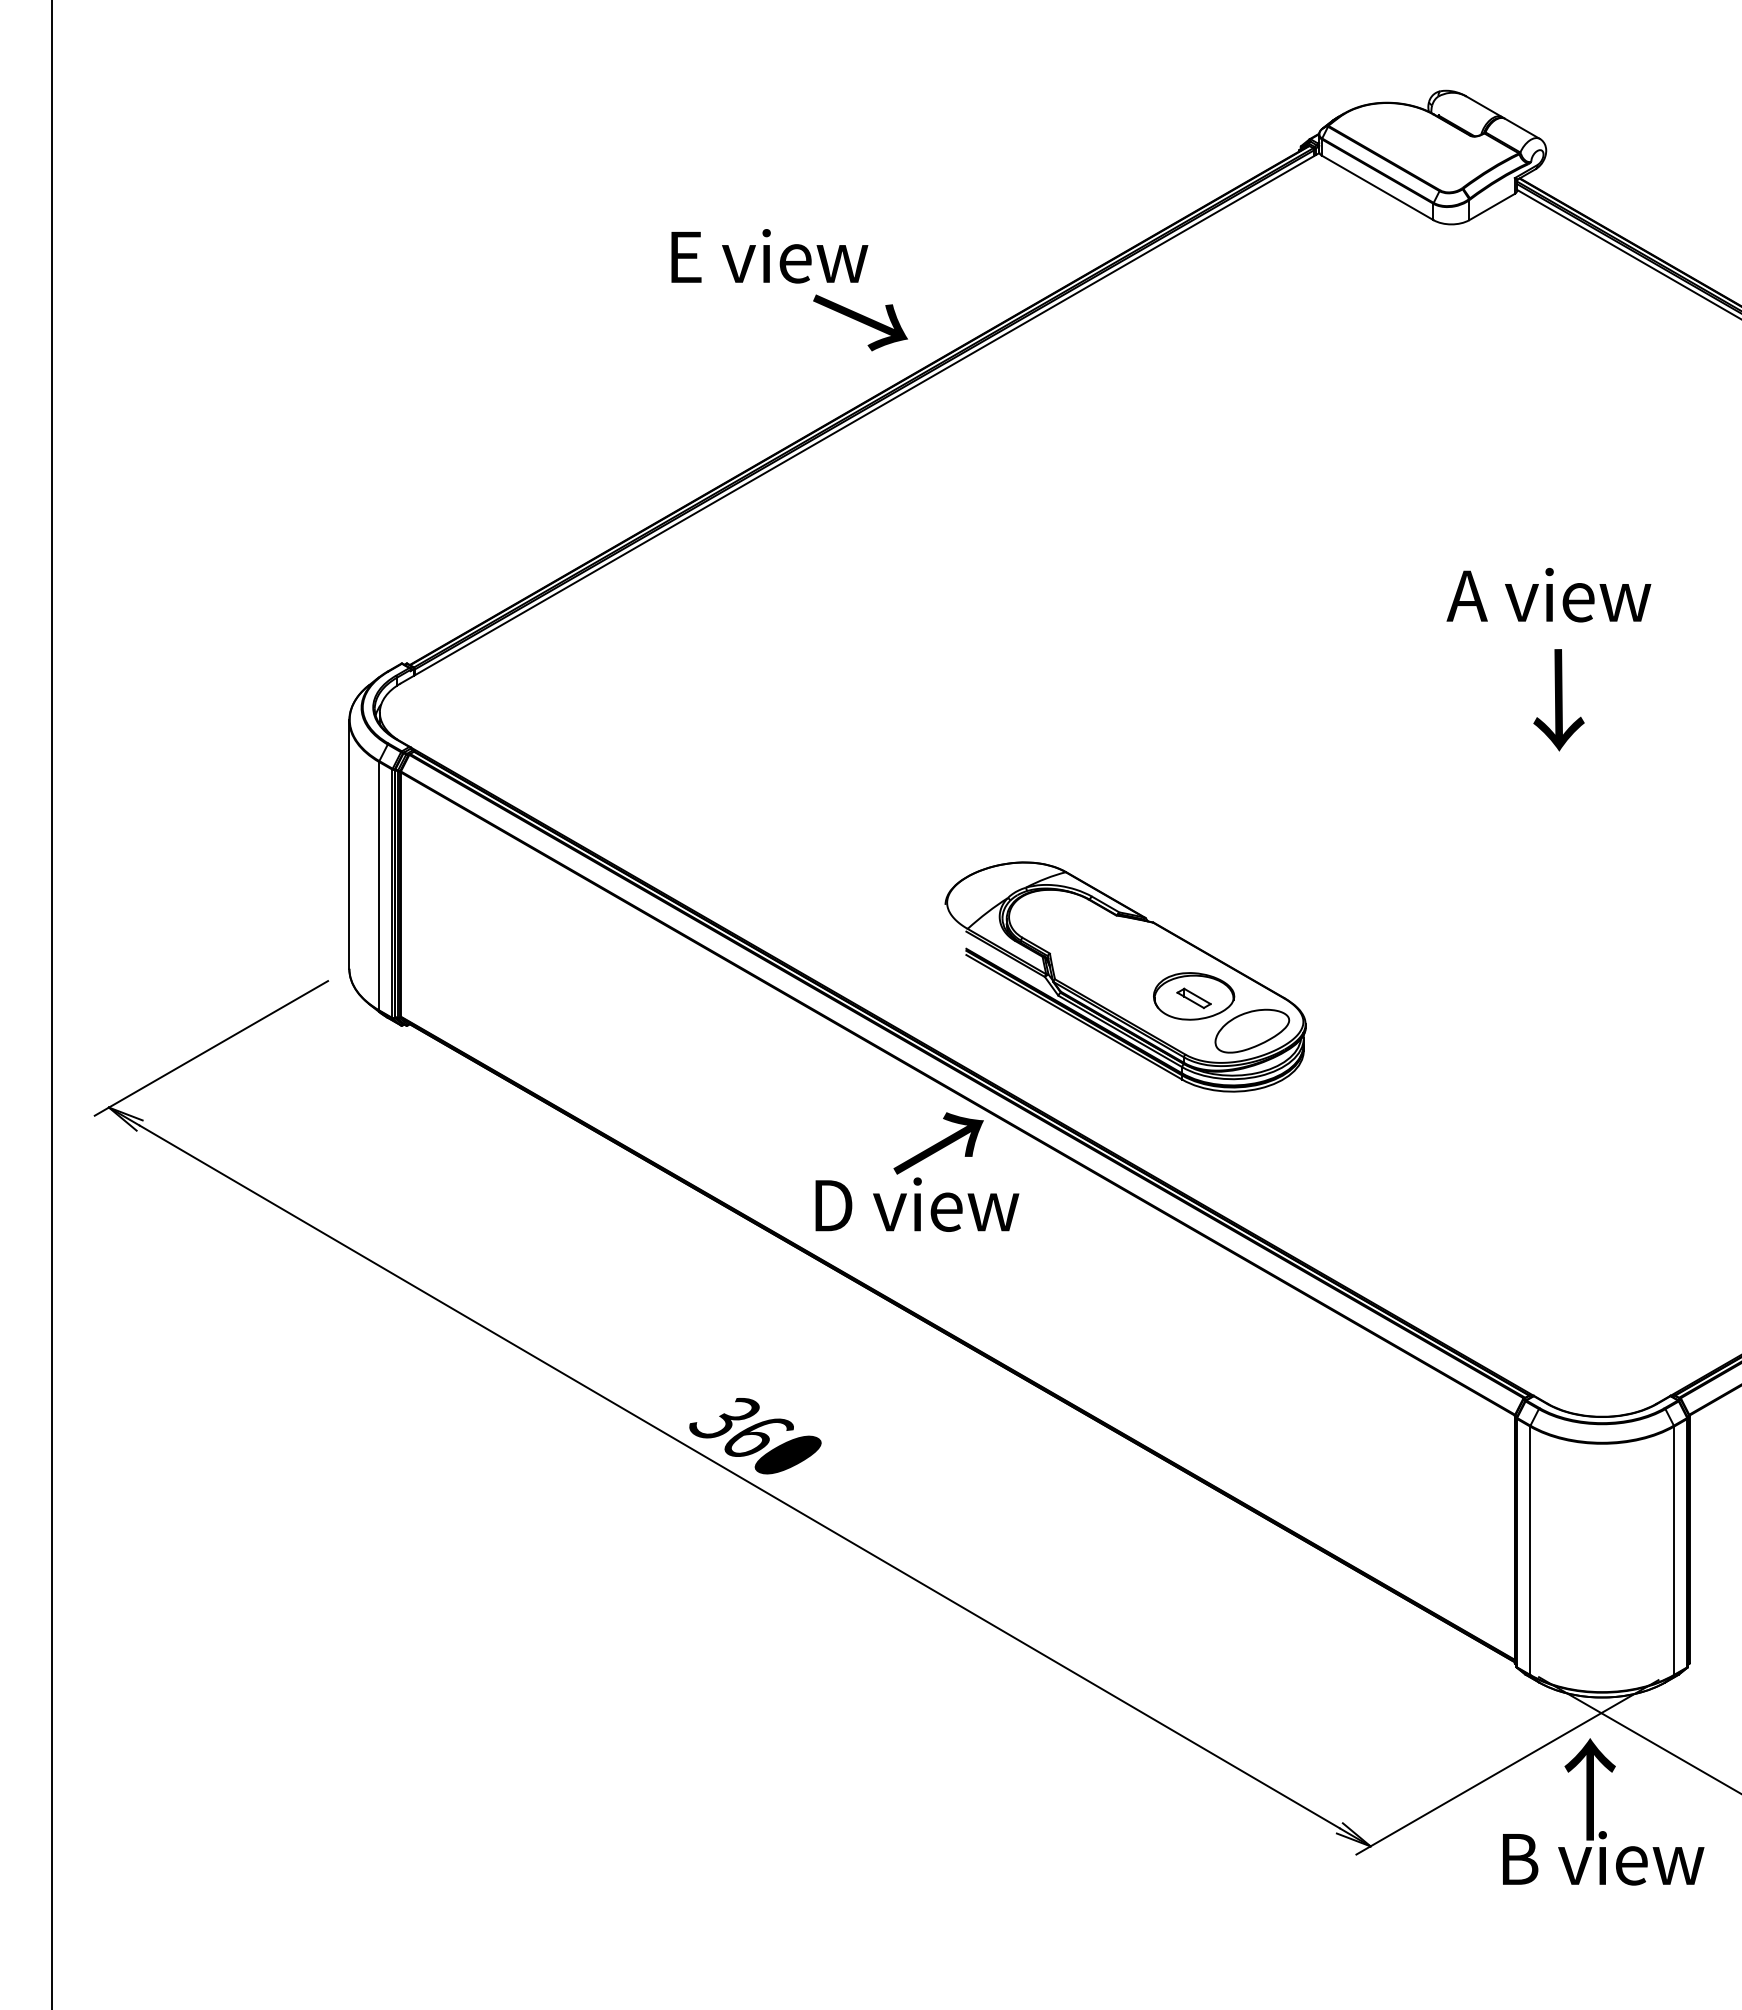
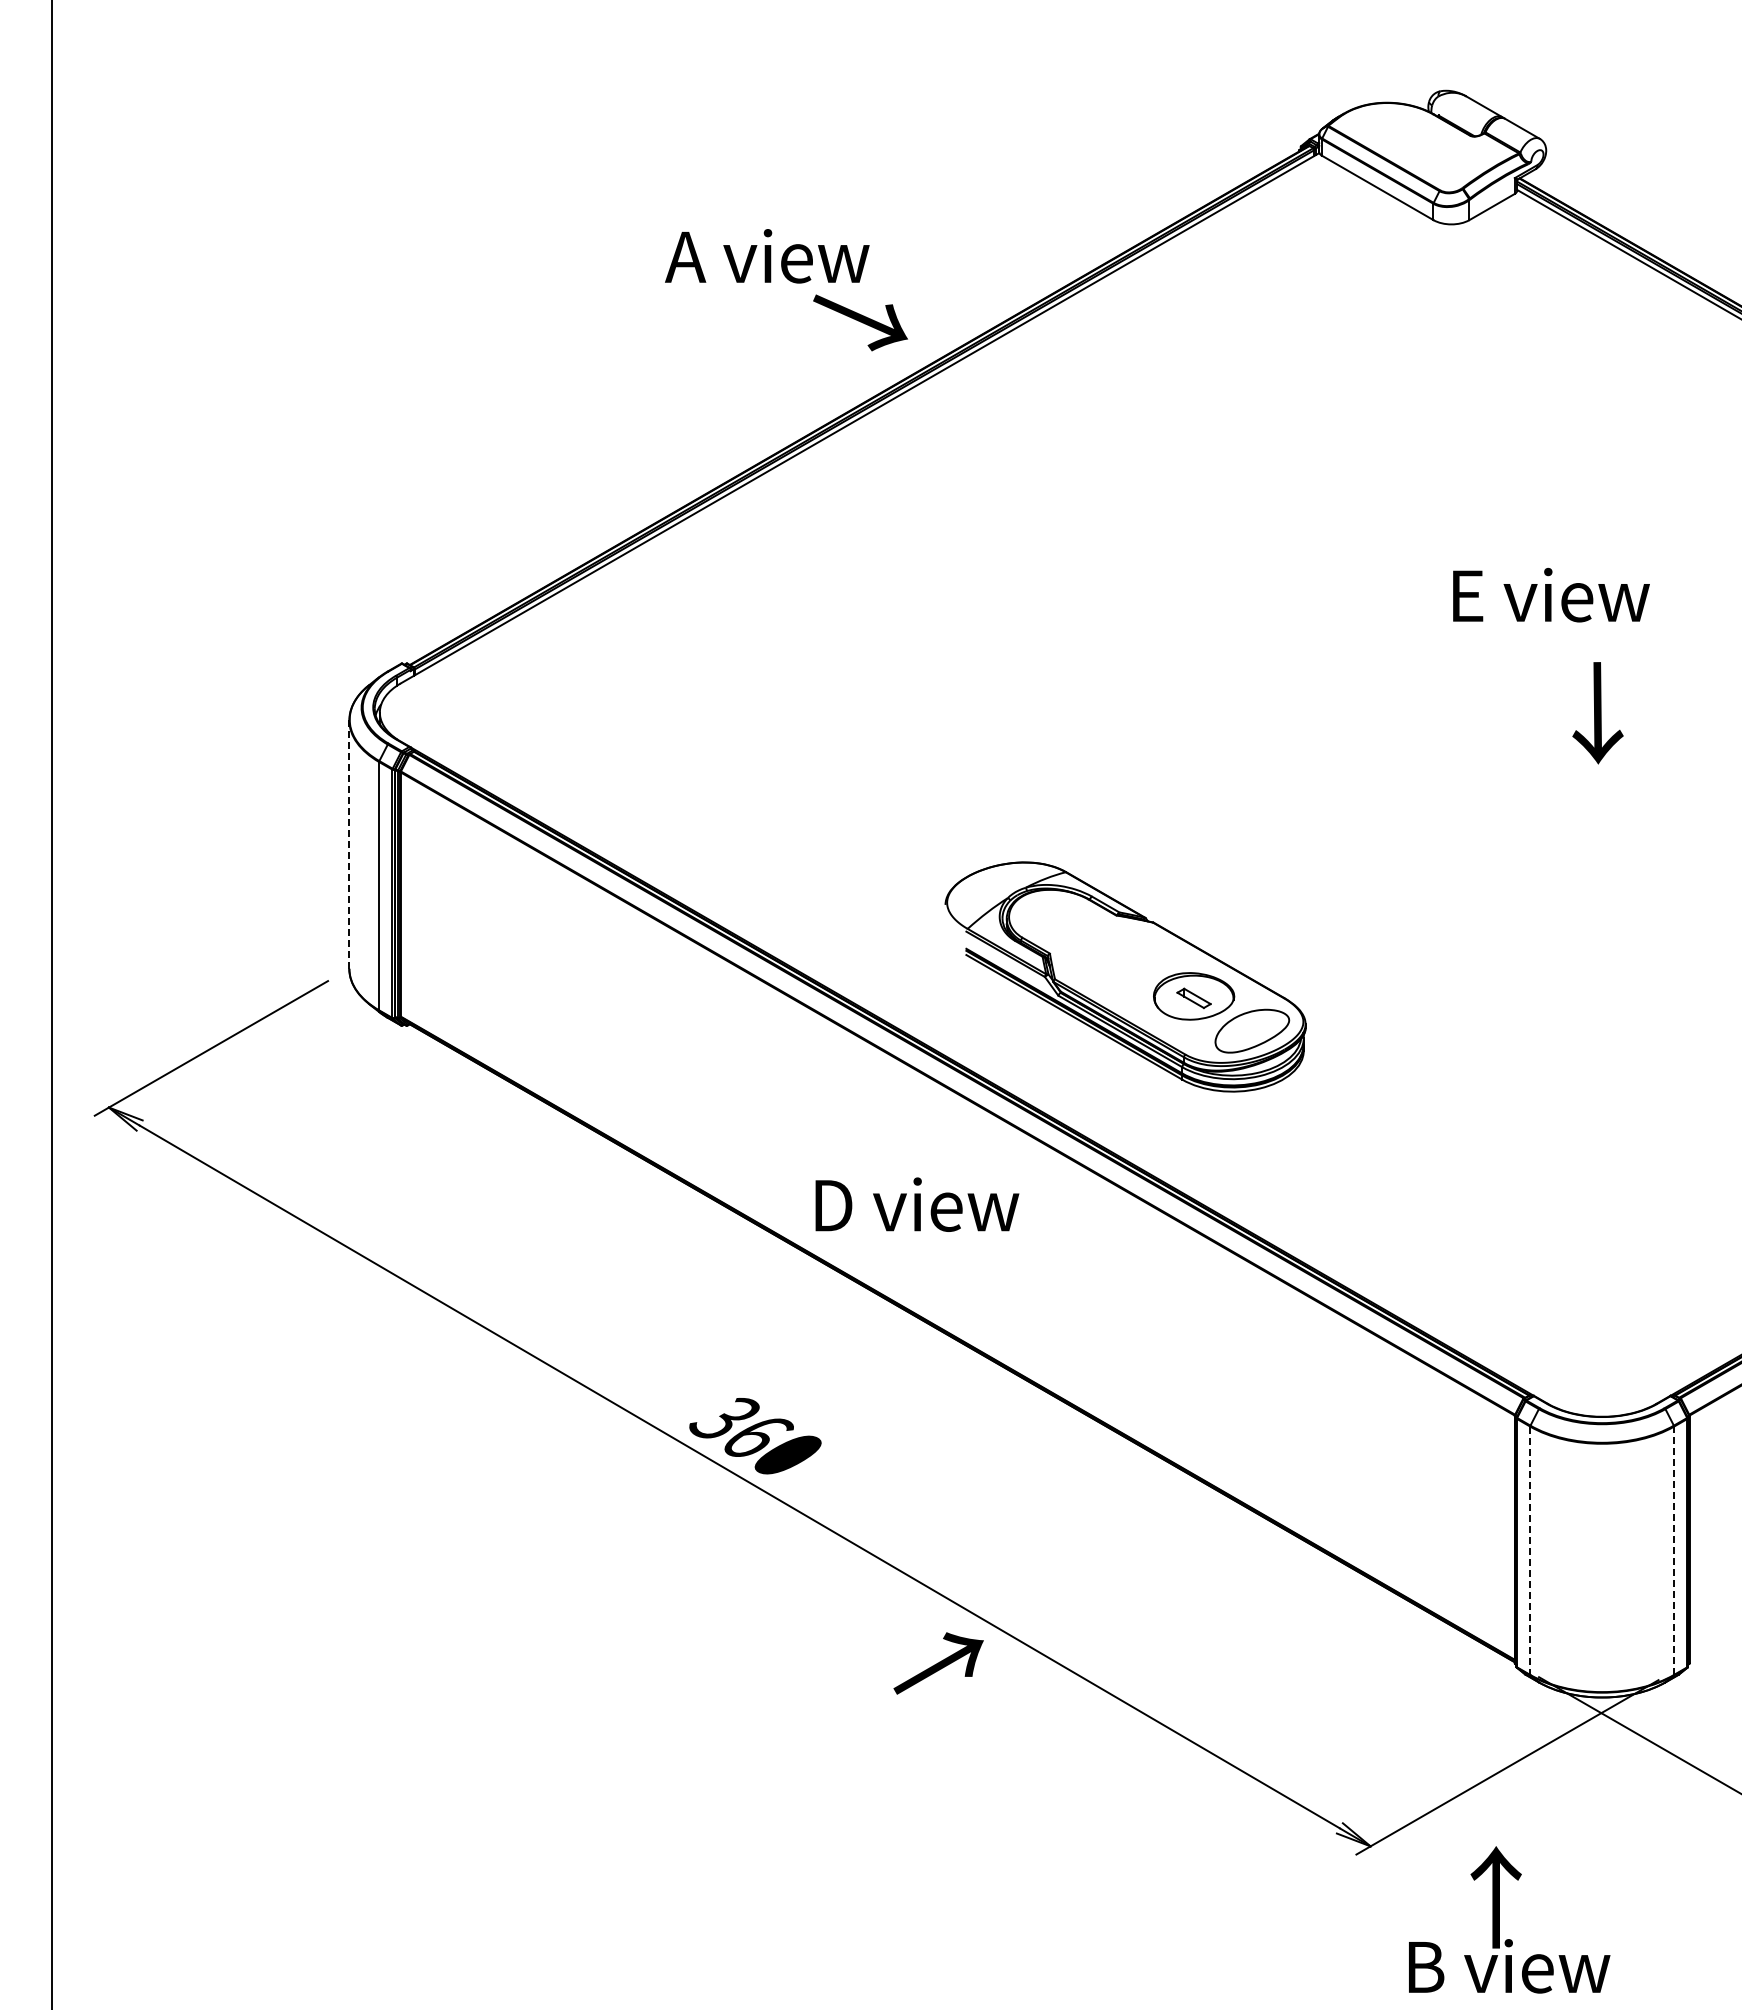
text at (767, 256): E view -> A view
text at (1548, 594): A view -> E view
text at (1558, 700) position: (1558, 700) -> (1597, 713)
line at (349, 844): solid -> dashed
text at (938, 1143) position: (938, 1143) -> (938, 1663)
line at (1674, 1550): solid -> dashed
line at (1530, 1551): solid -> dashed
text at (1603, 1811) position: (1603, 1811) -> (1509, 1919)
